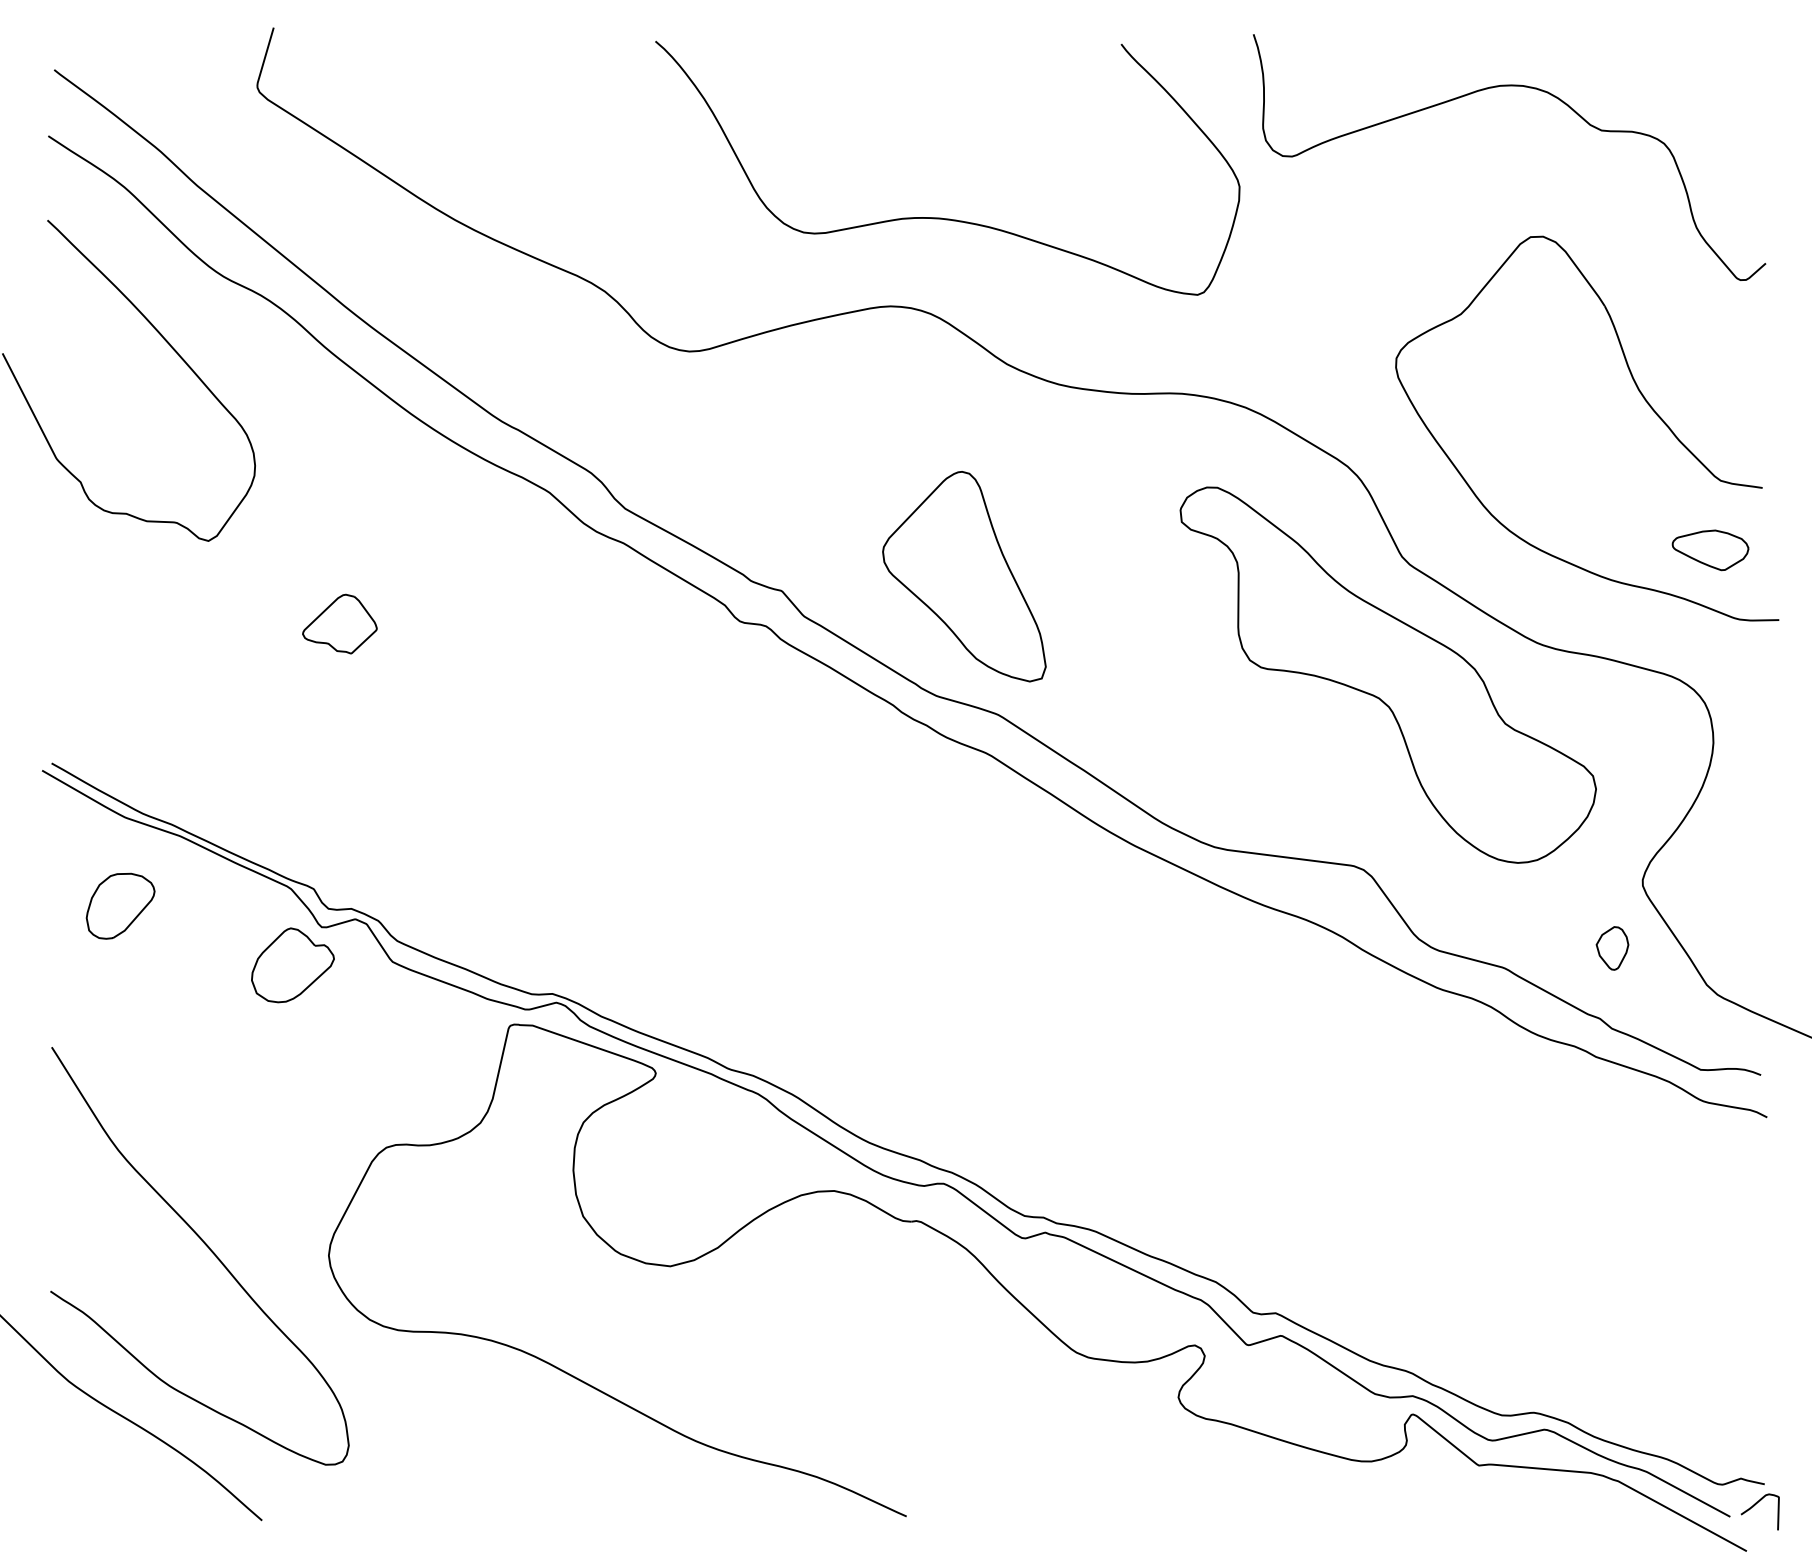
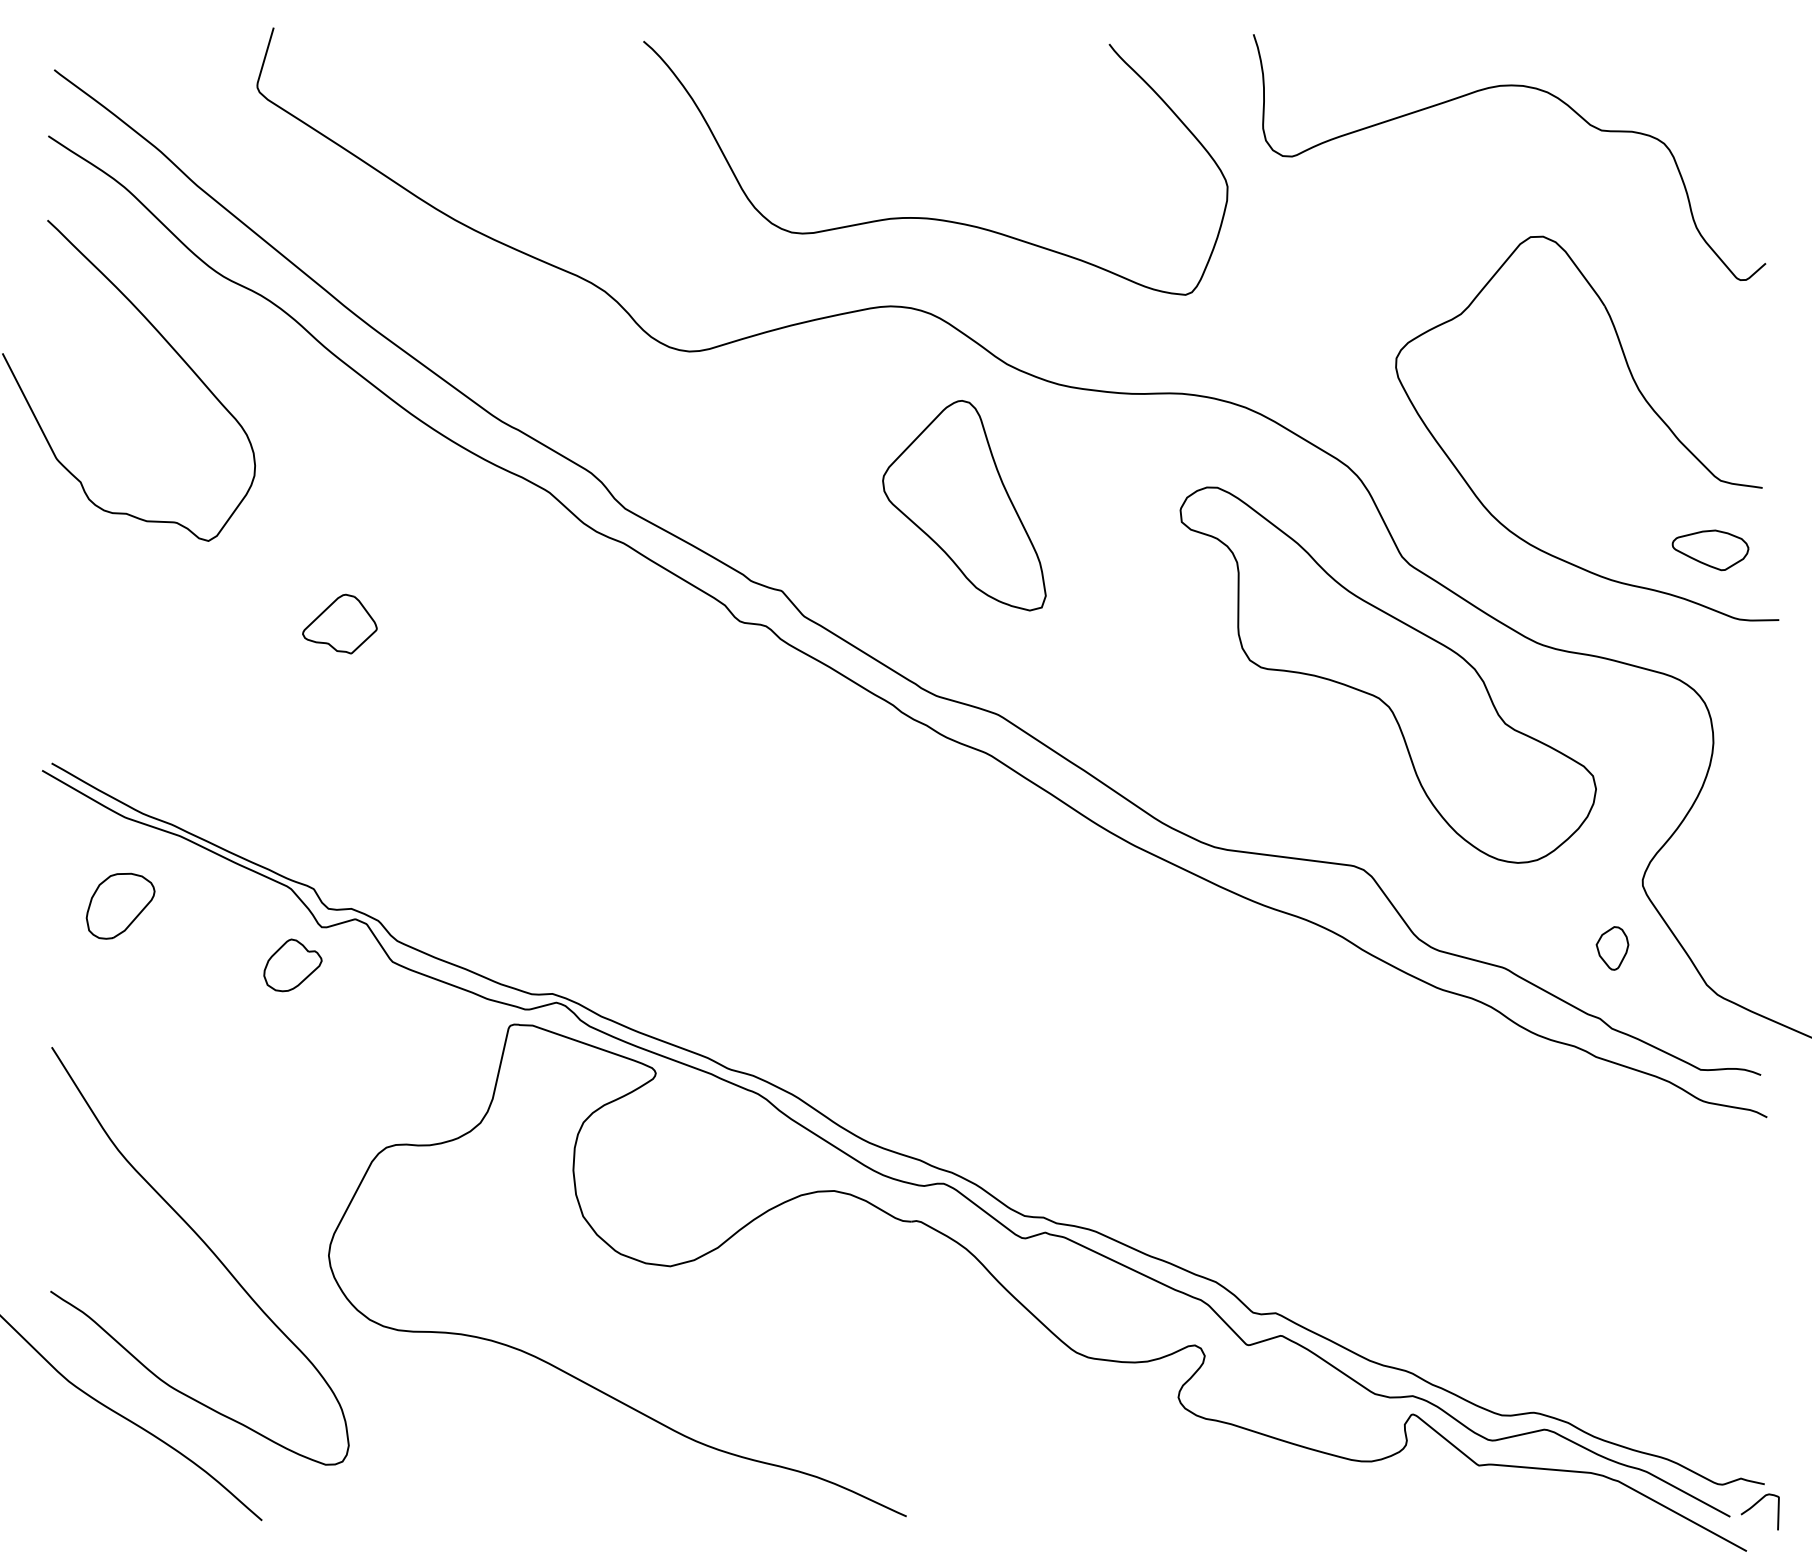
curve at (941, 217) position: (941, 217) -> (929, 217)
part at (964, 576) position: (964, 576) -> (964, 505)
part at (292, 965) size: 84x77 px -> 60x55 px
